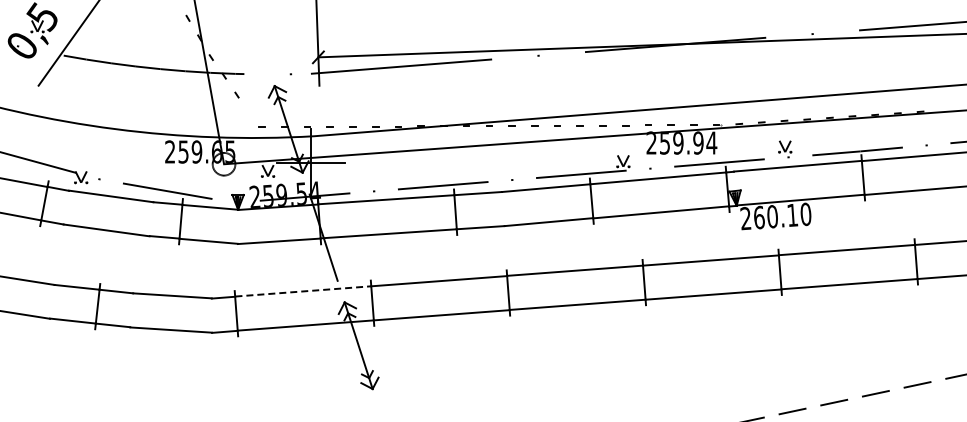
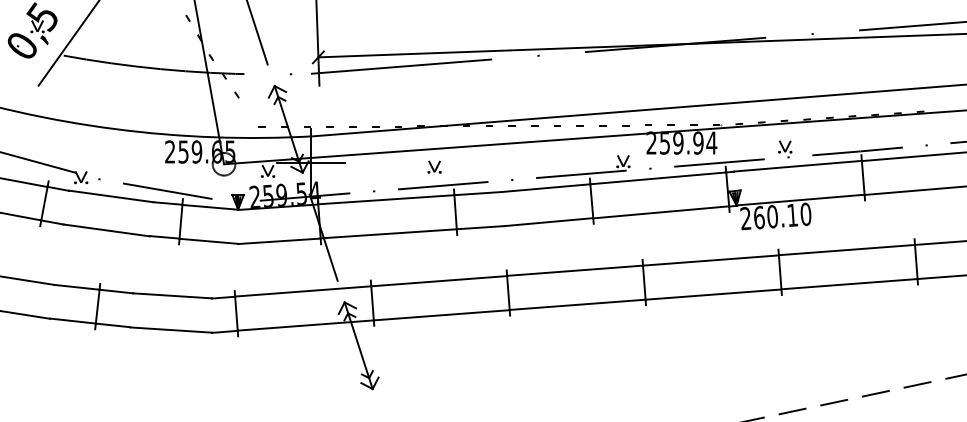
line at (257, 33): none -> present
part at (434, 166): none -> present
line at (303, 291): dashed -> solid
